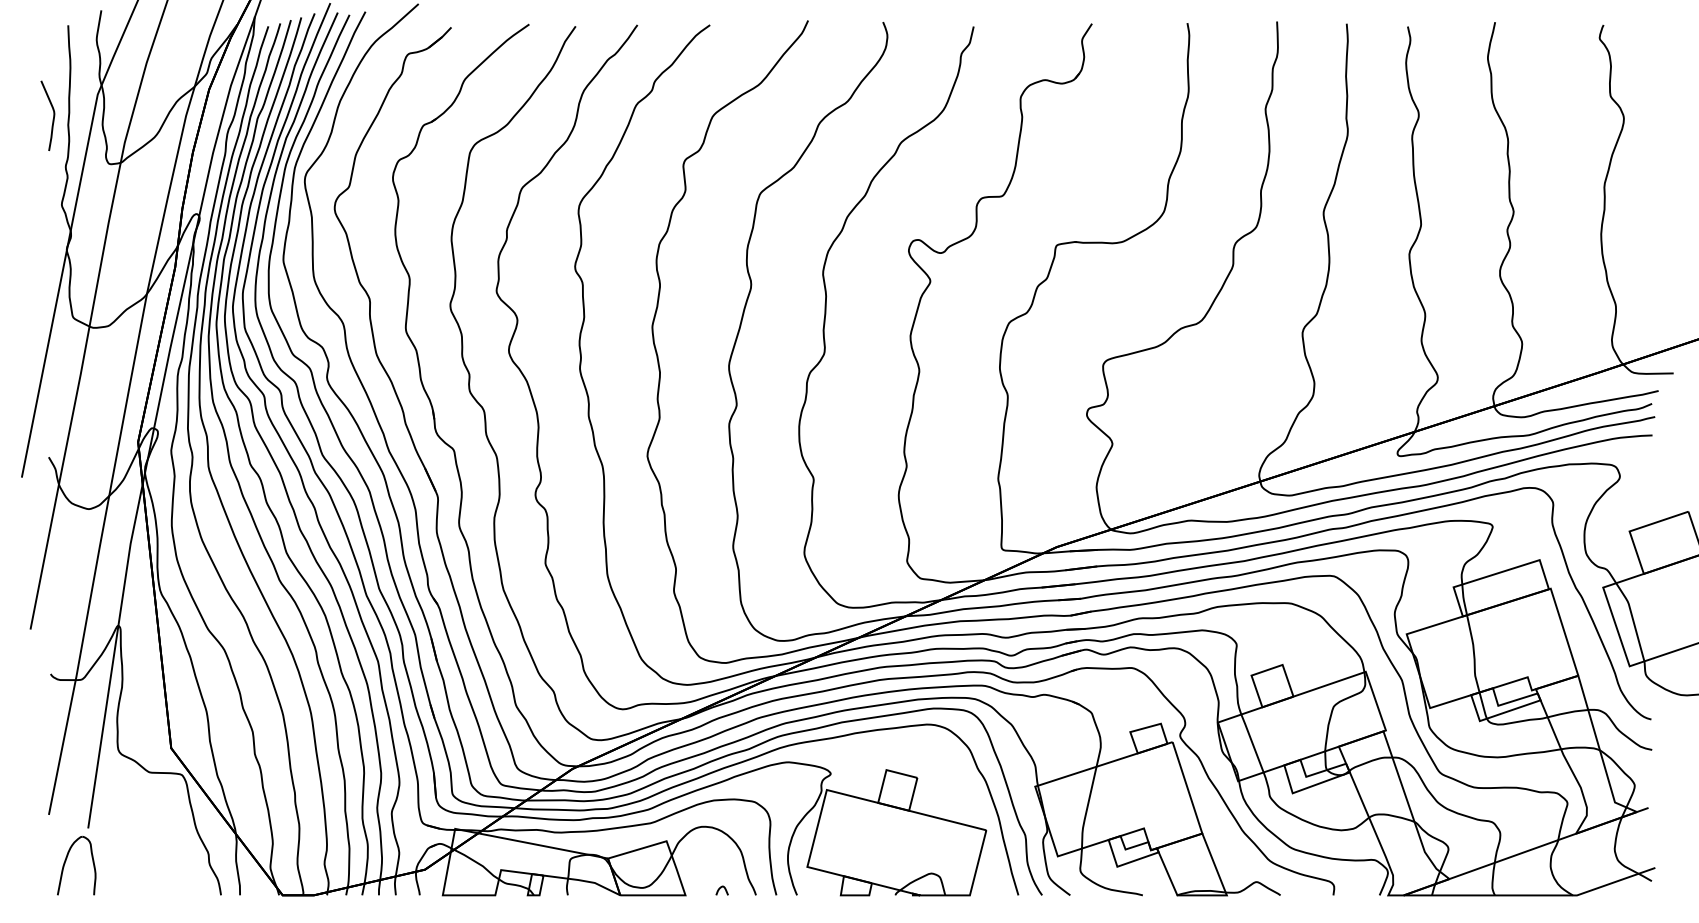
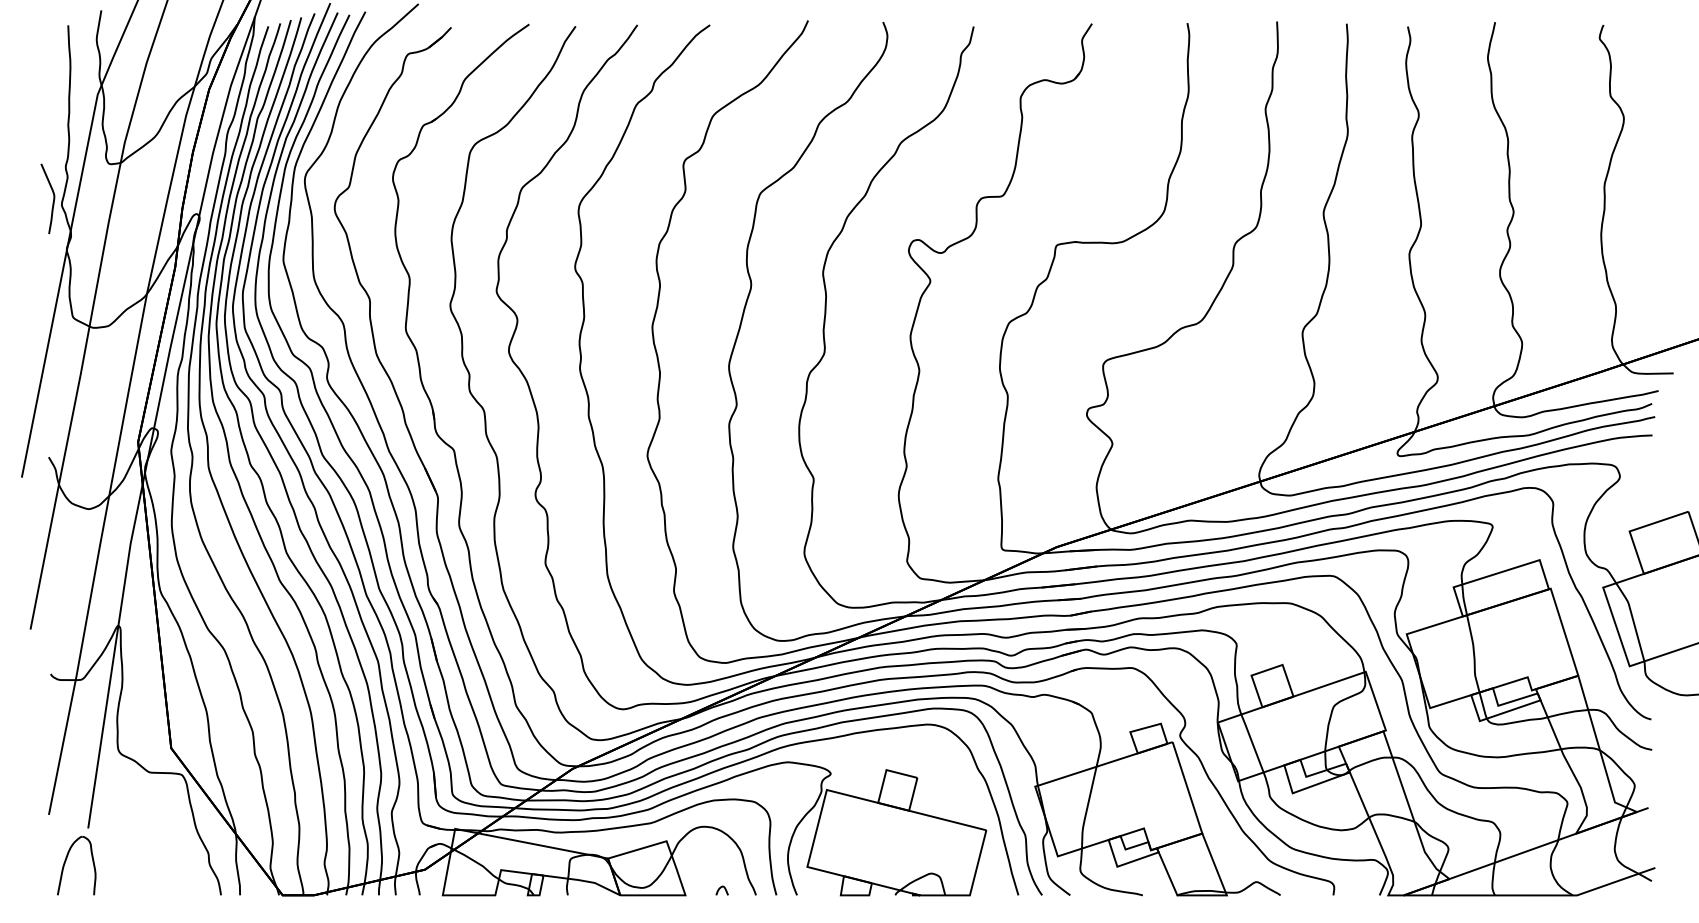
curve at (53, 115) position: (53, 115) -> (53, 198)
